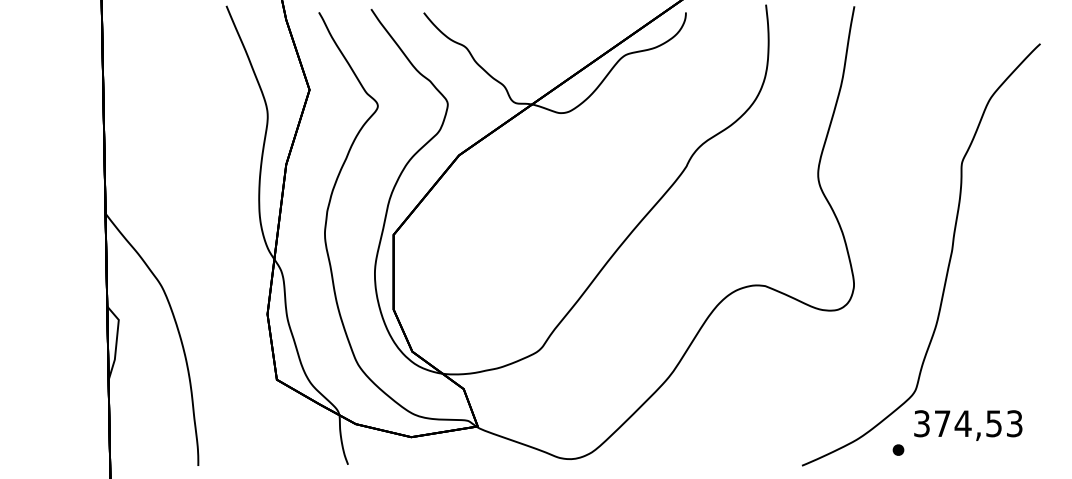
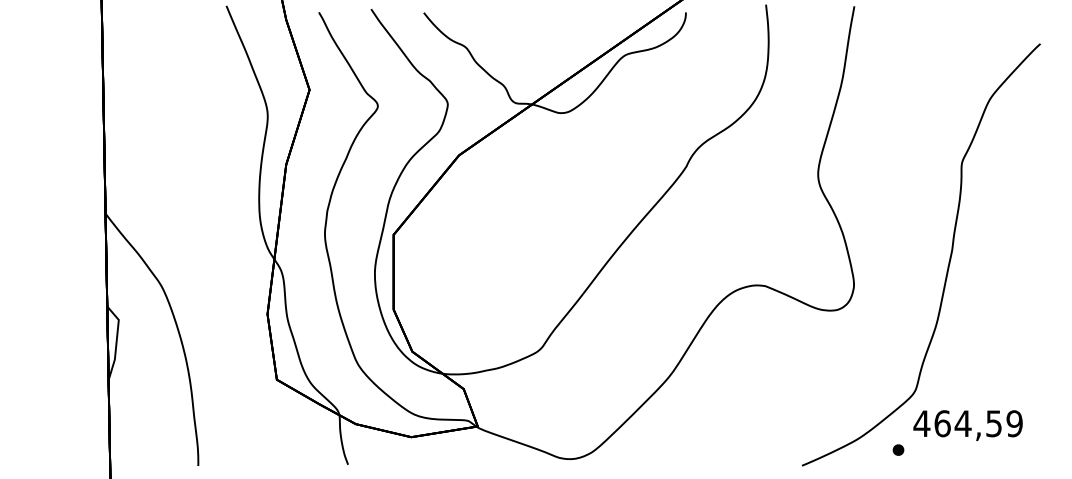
text at (967, 423): 374,53 -> 464,59
